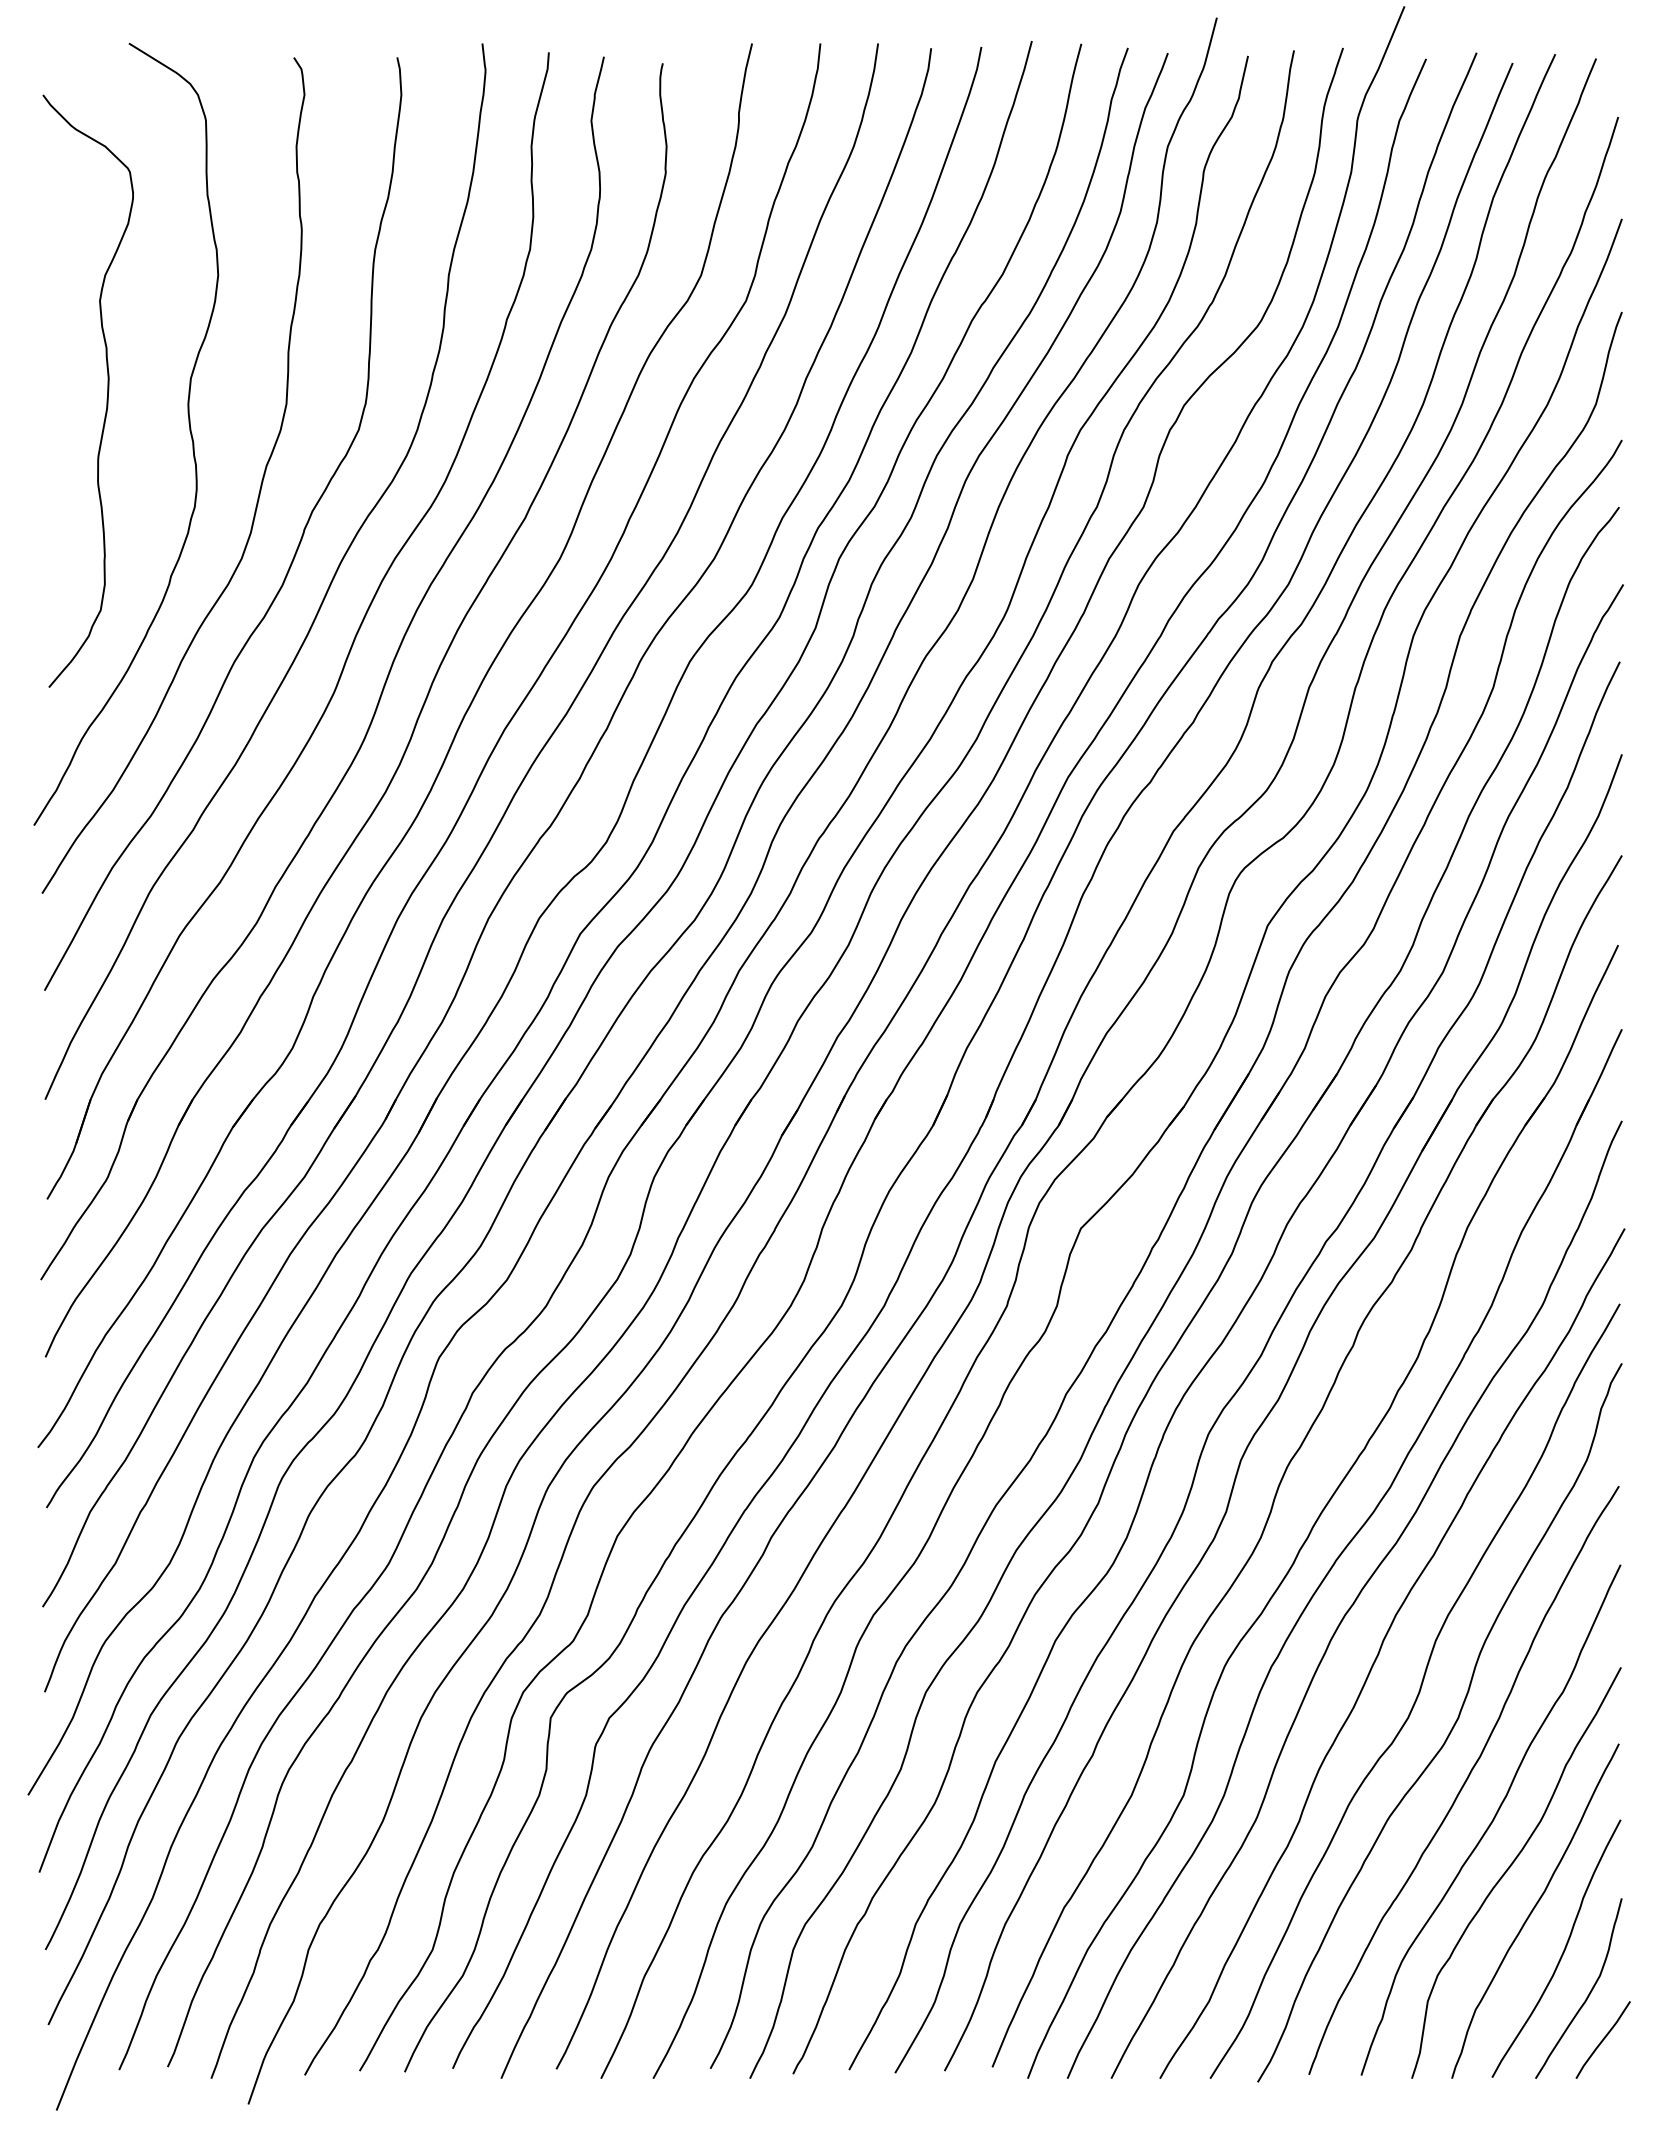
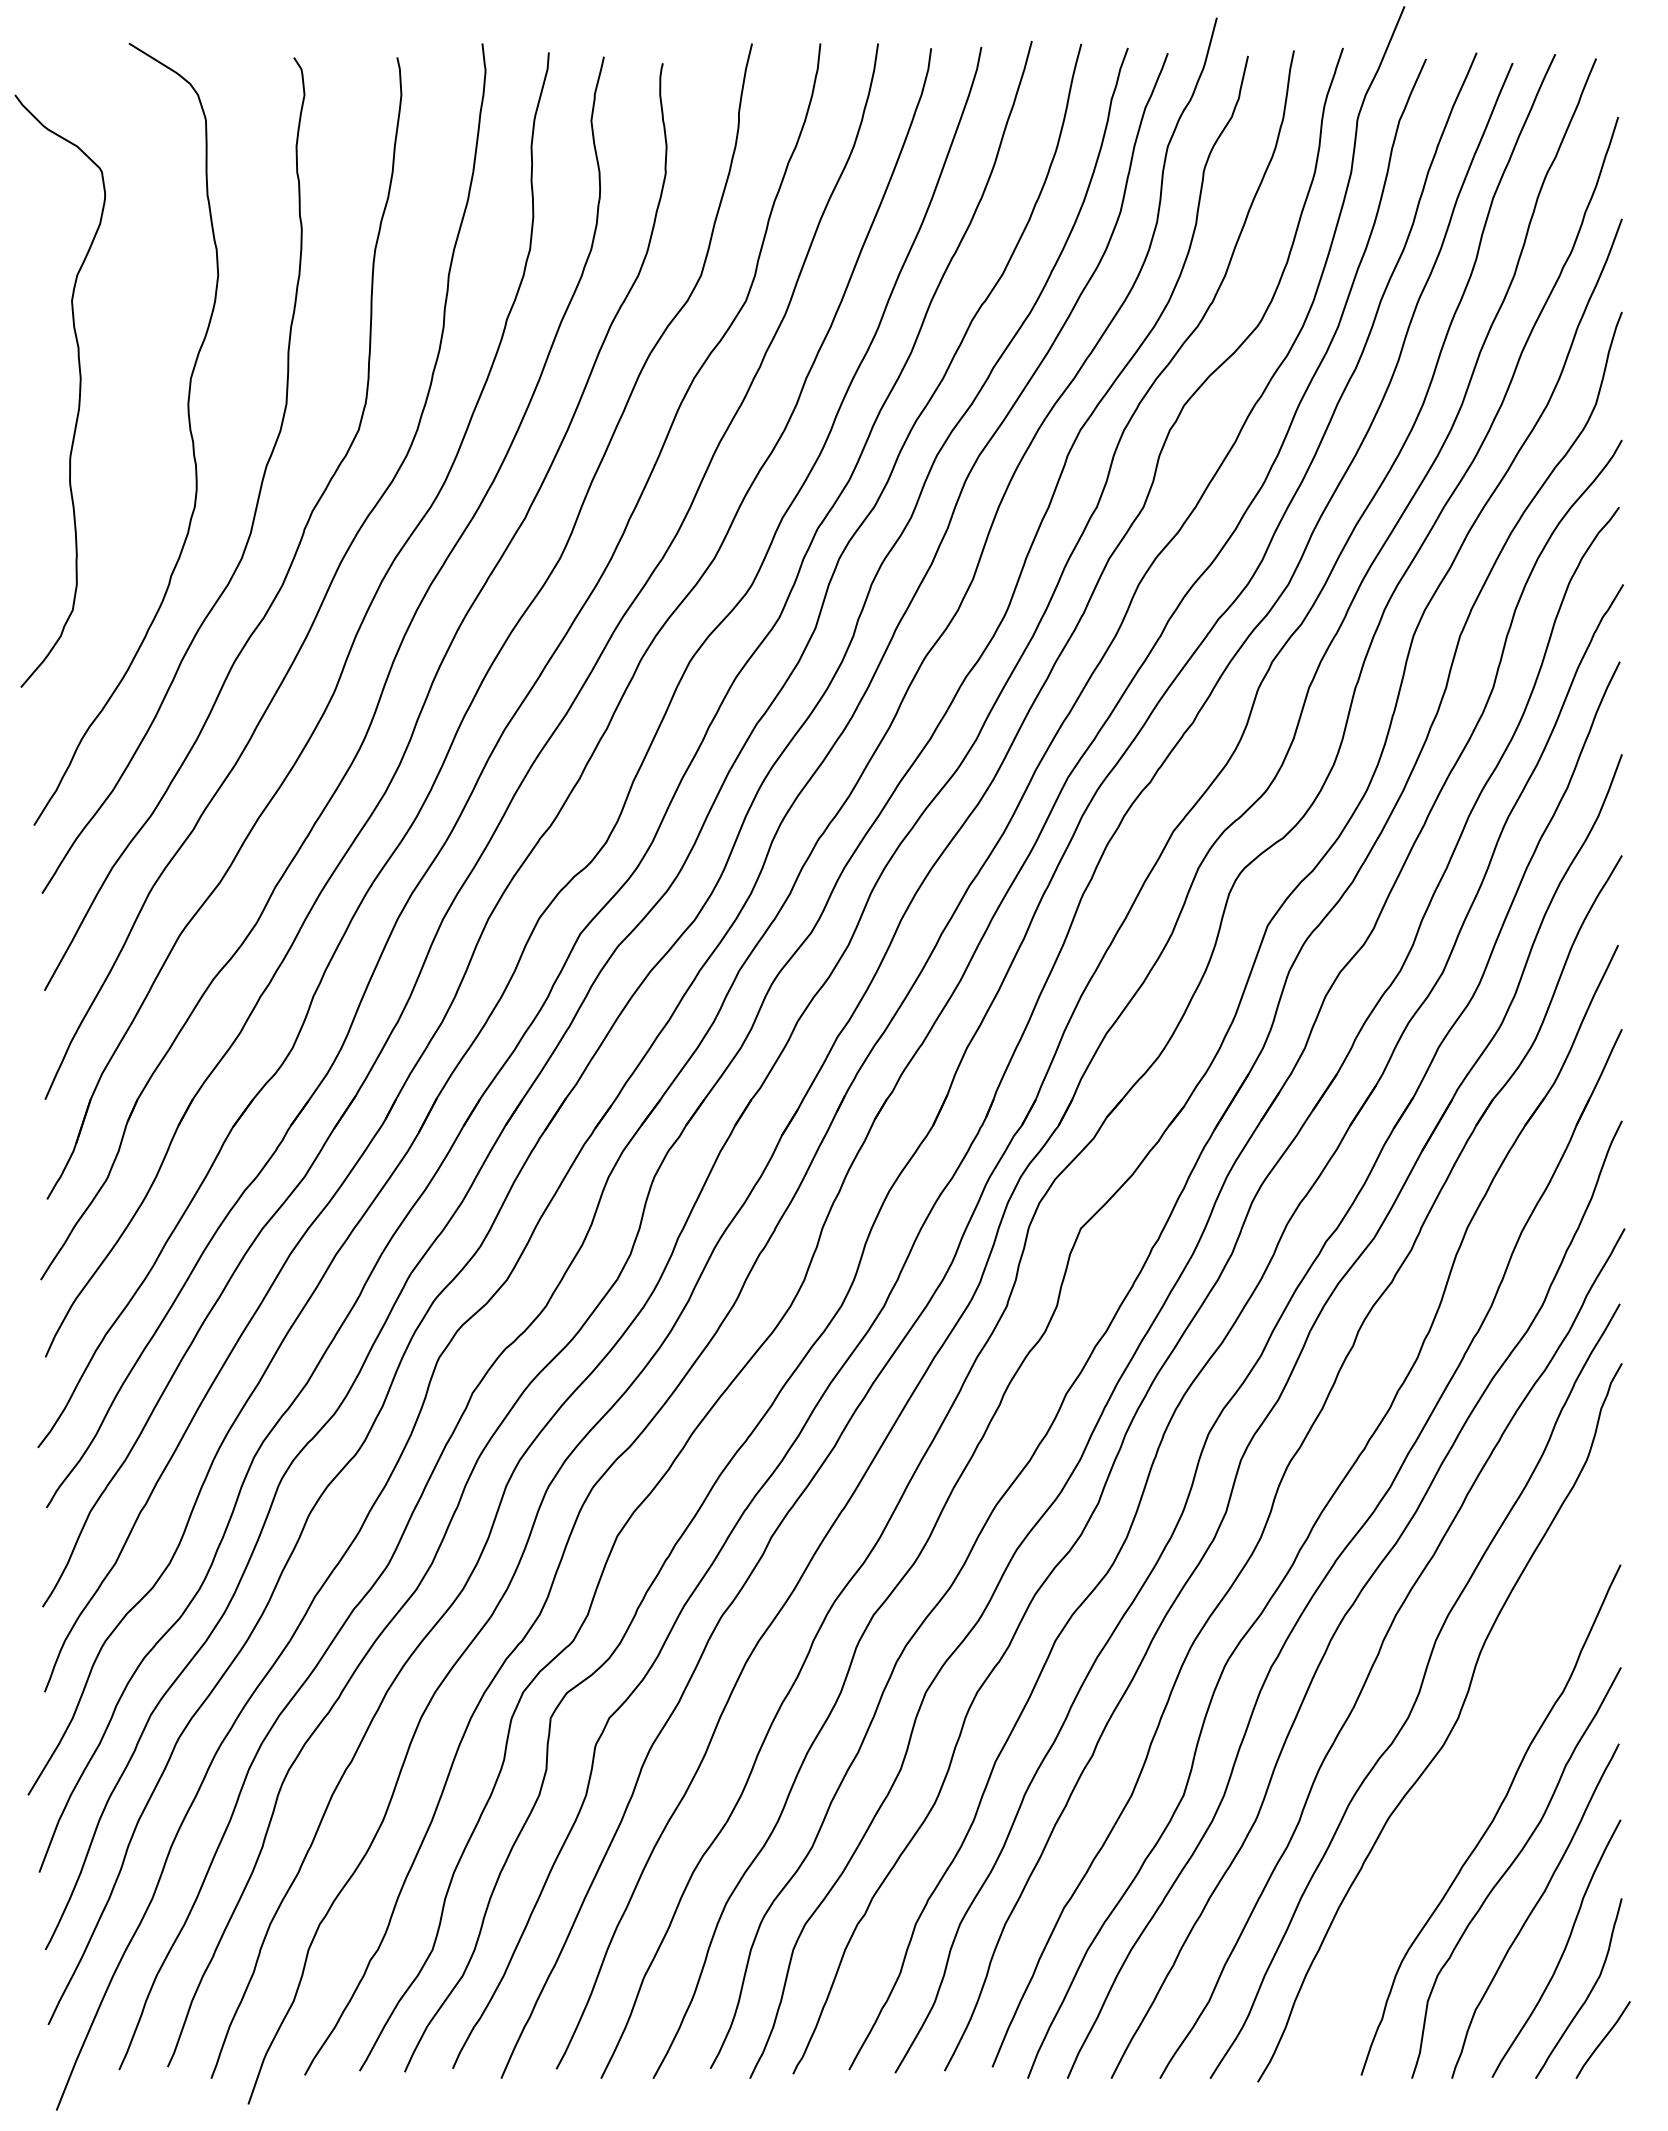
curve at (107, 390) position: (107, 390) -> (79, 390)
curve at (1465, 1779): present -> none
